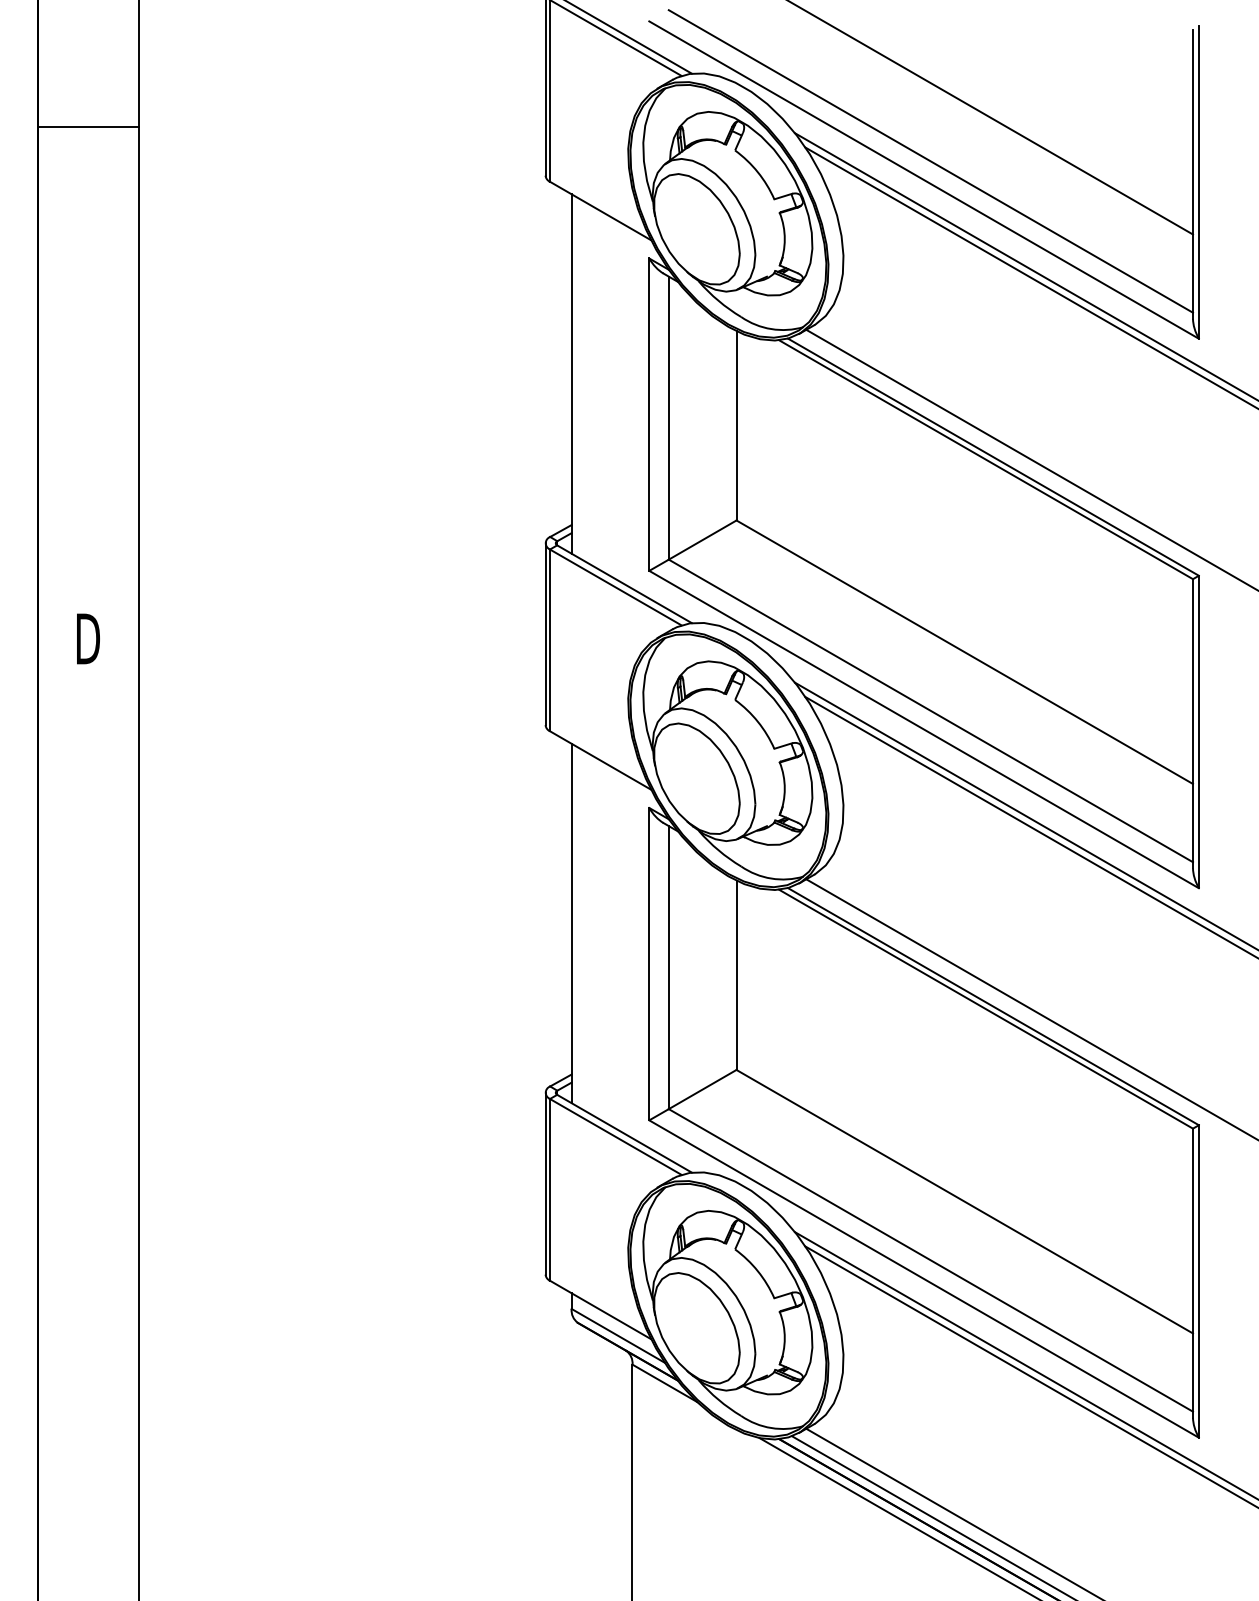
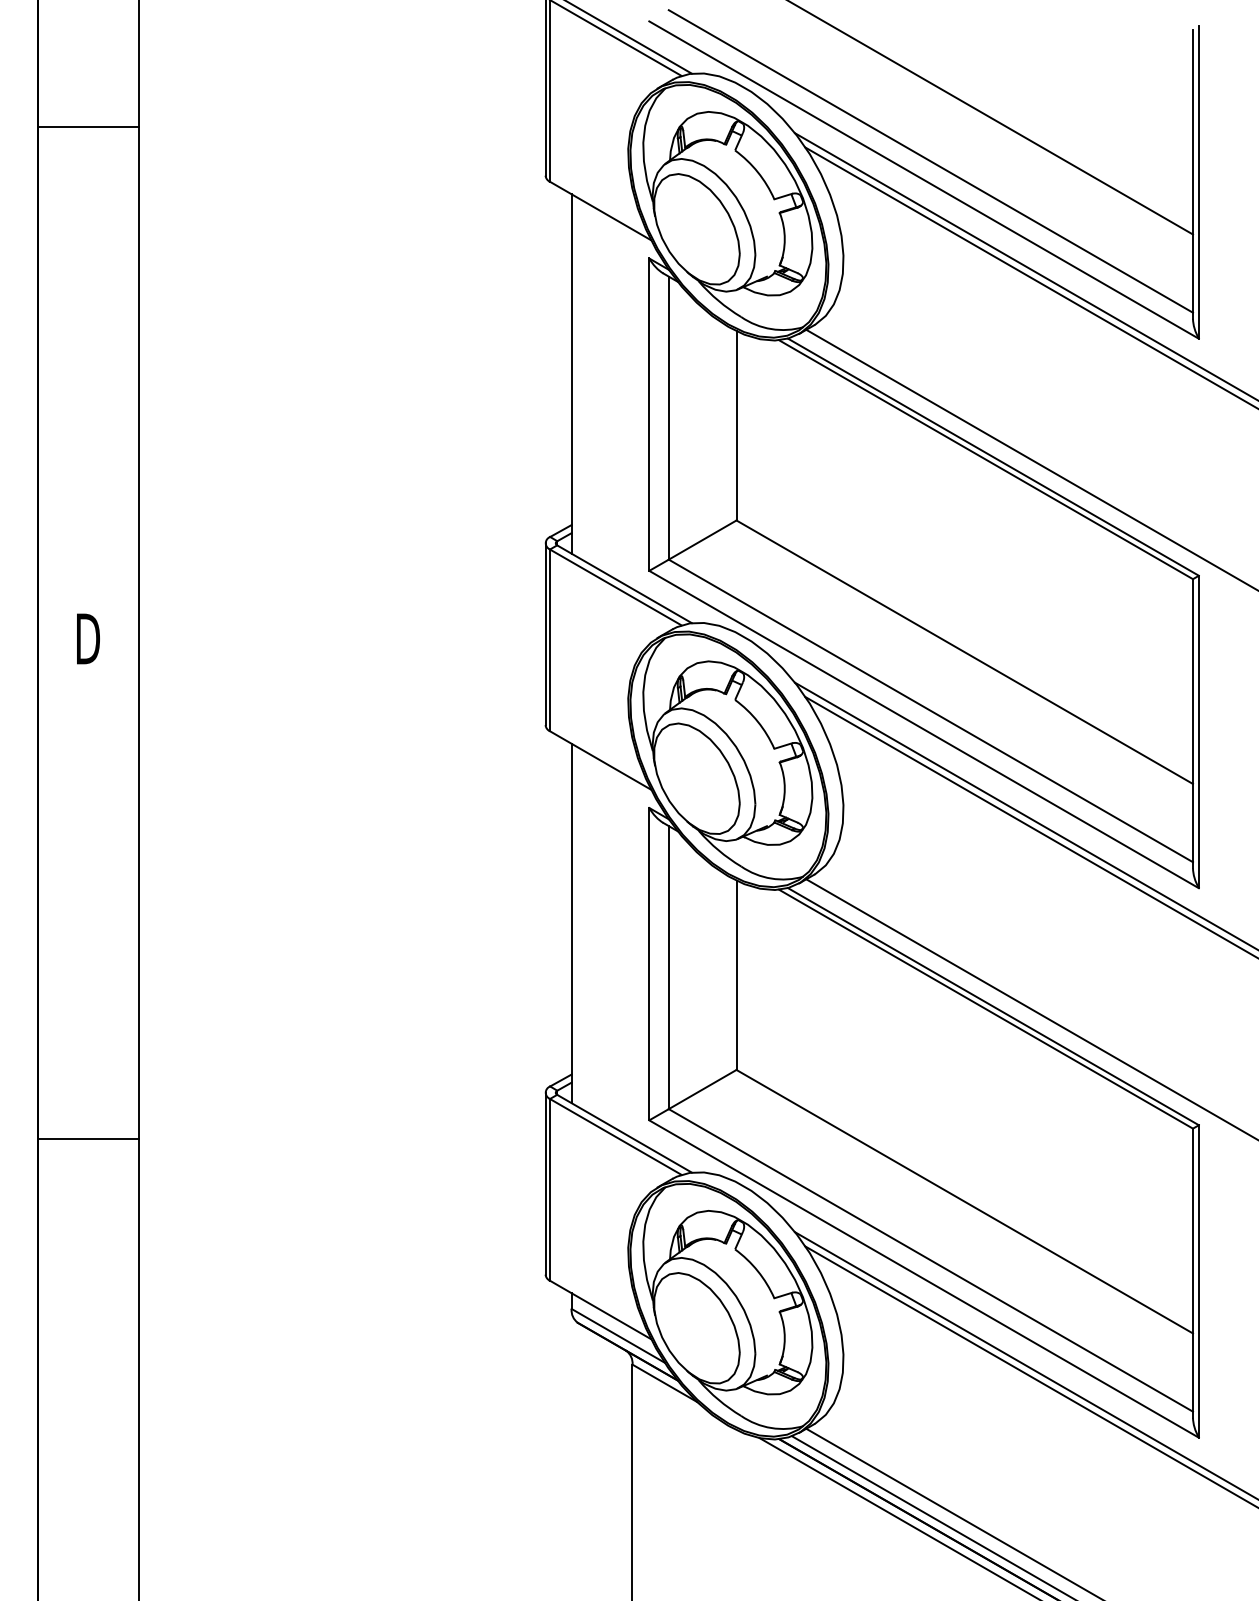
line at (87, 1139): none -> present
